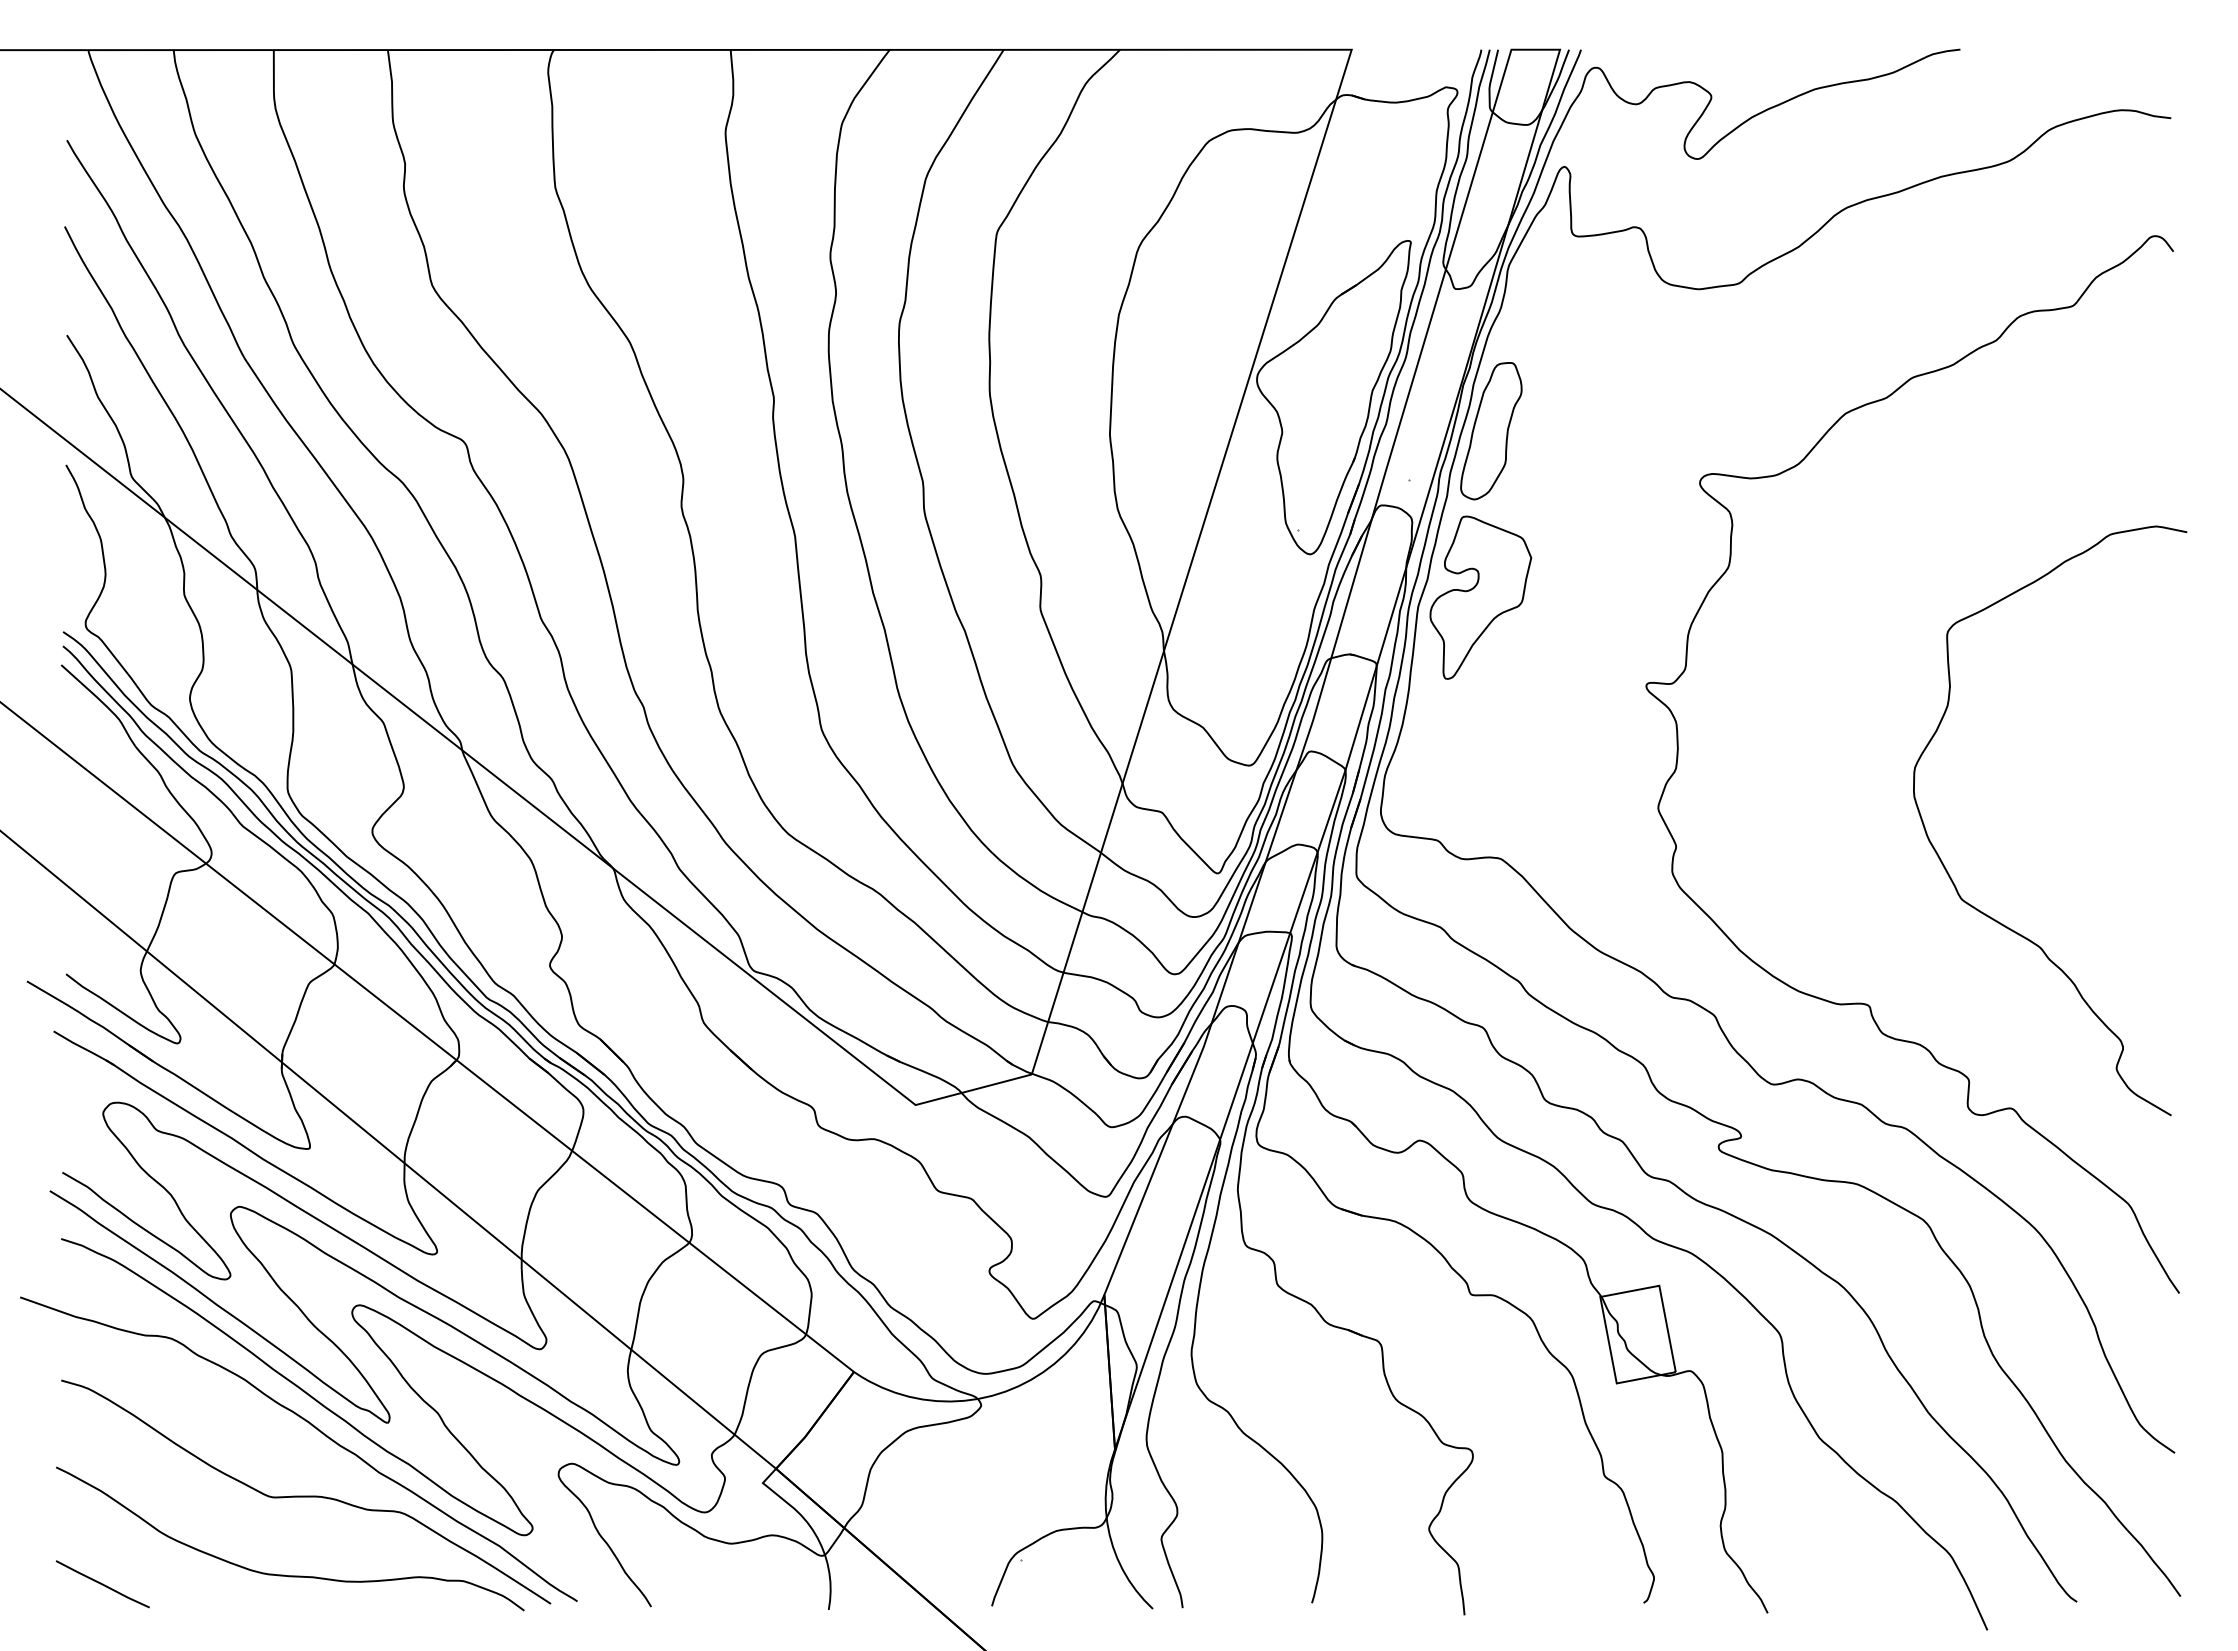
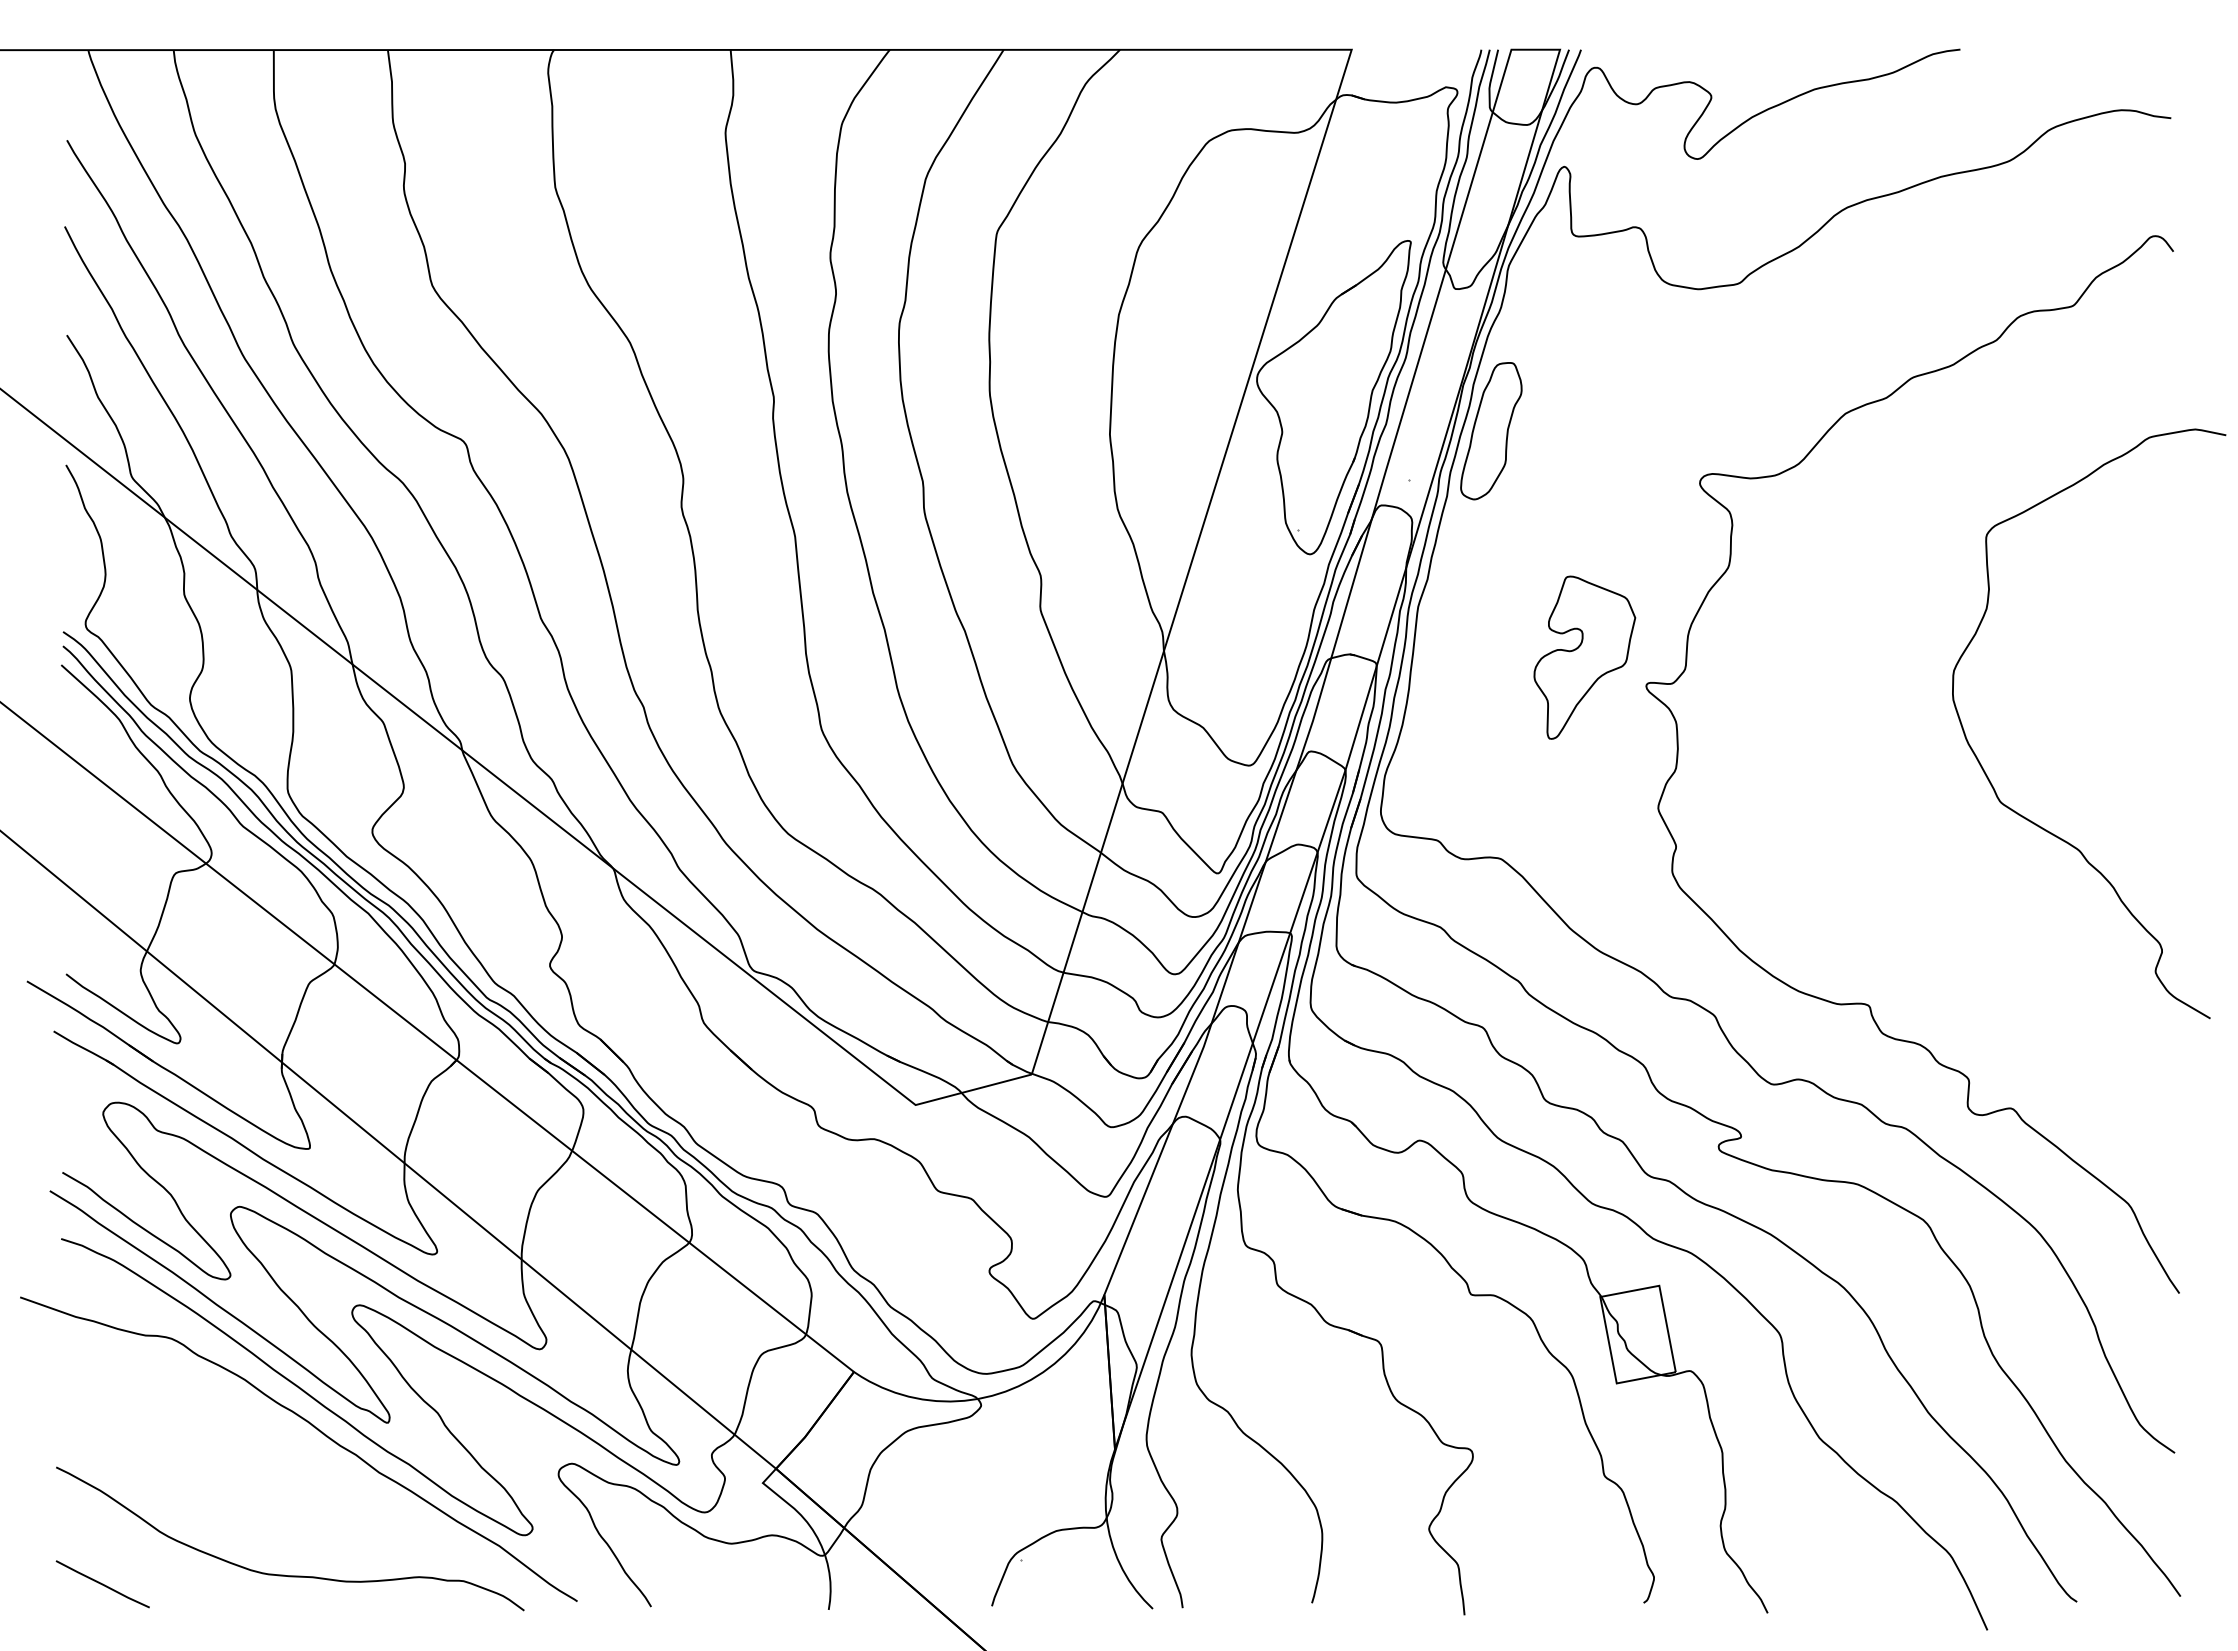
part at (1480, 597) position: (1480, 597) -> (1584, 657)
curve at (1992, 917) position: (1992, 917) -> (2031, 820)
curve at (306, 1495): present -> none
